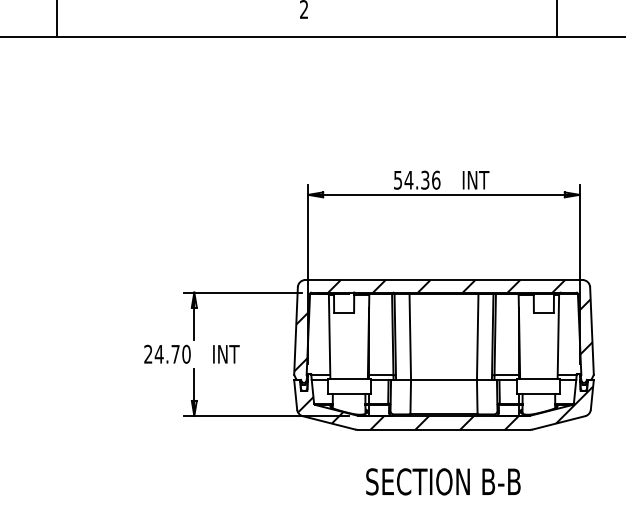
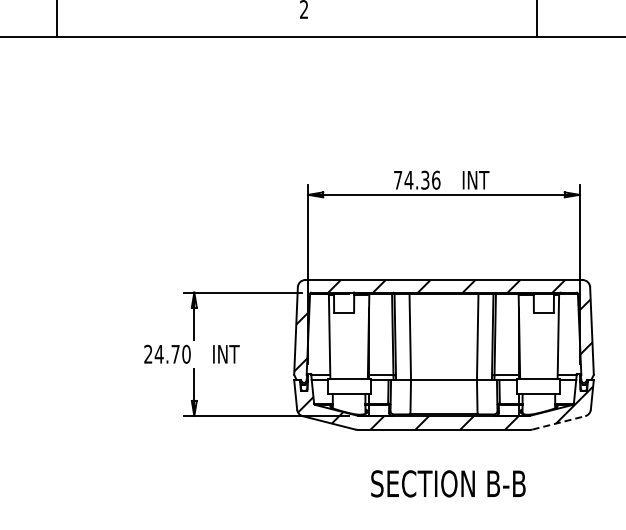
line at (556, 19) position: (556, 19) -> (536, 19)
text at (398, 180): 54.36 -> 74.36
line at (559, 422): solid -> dashed
text at (443, 481) position: (443, 481) -> (448, 483)
